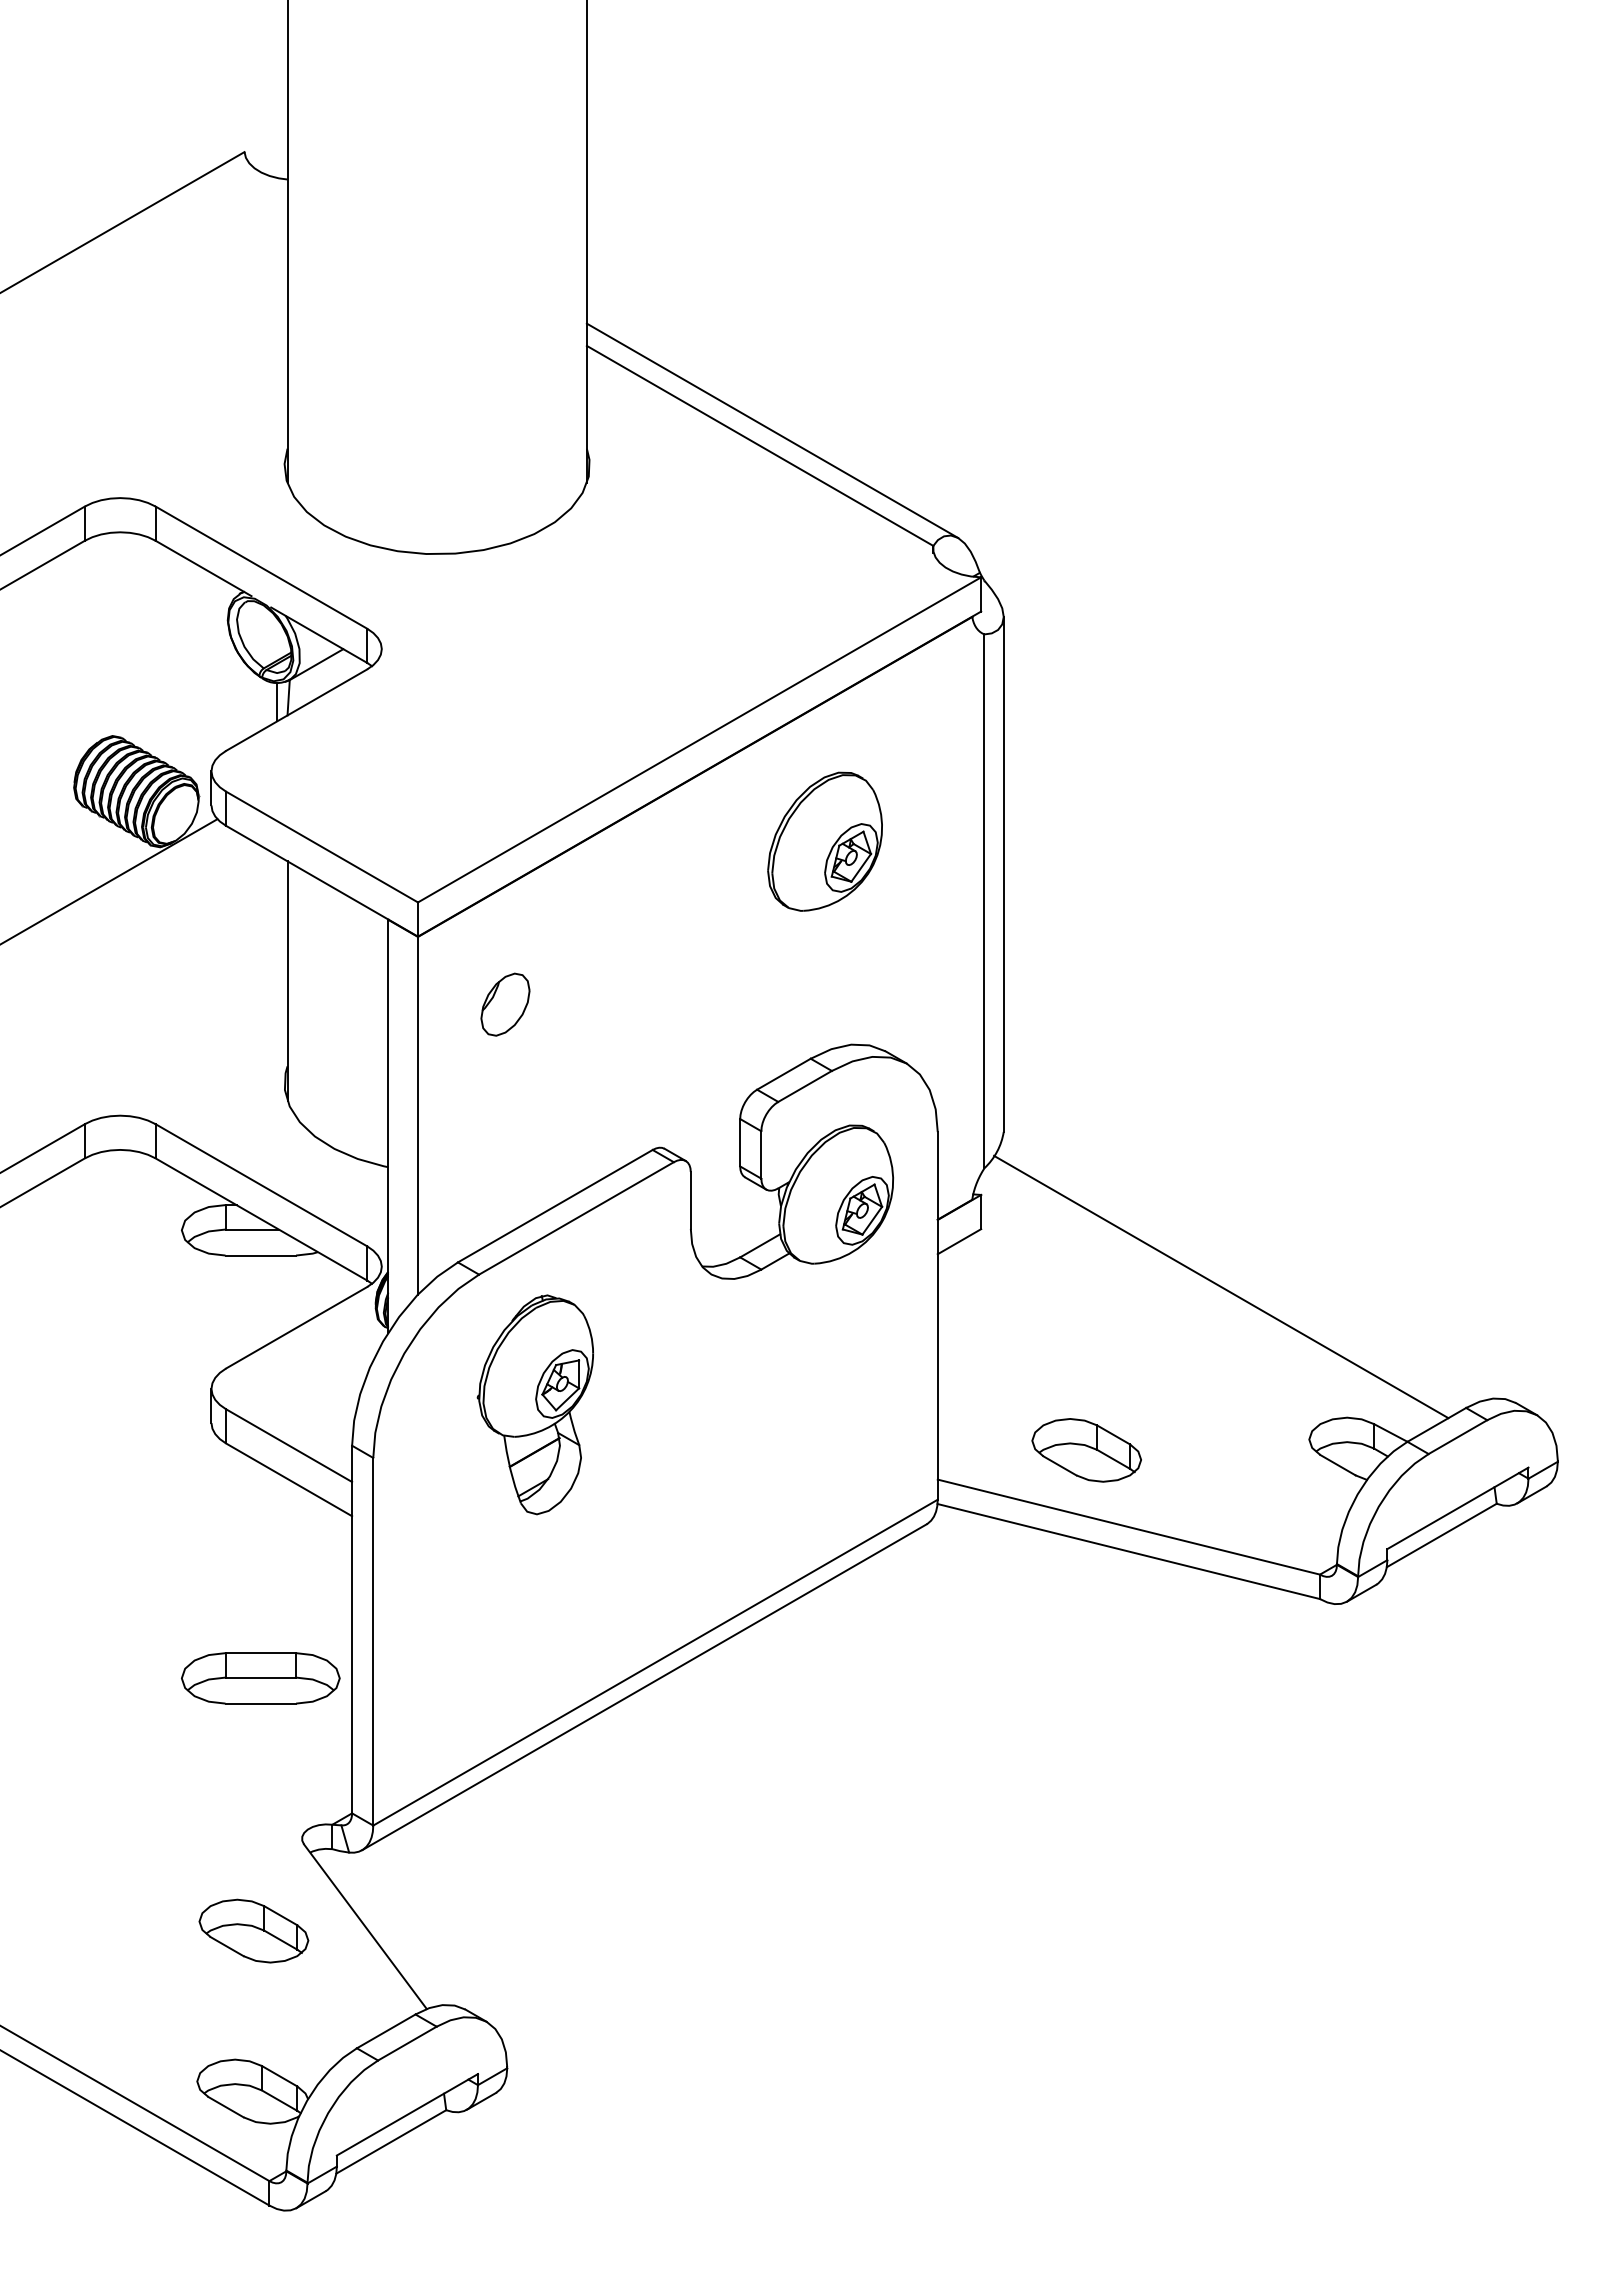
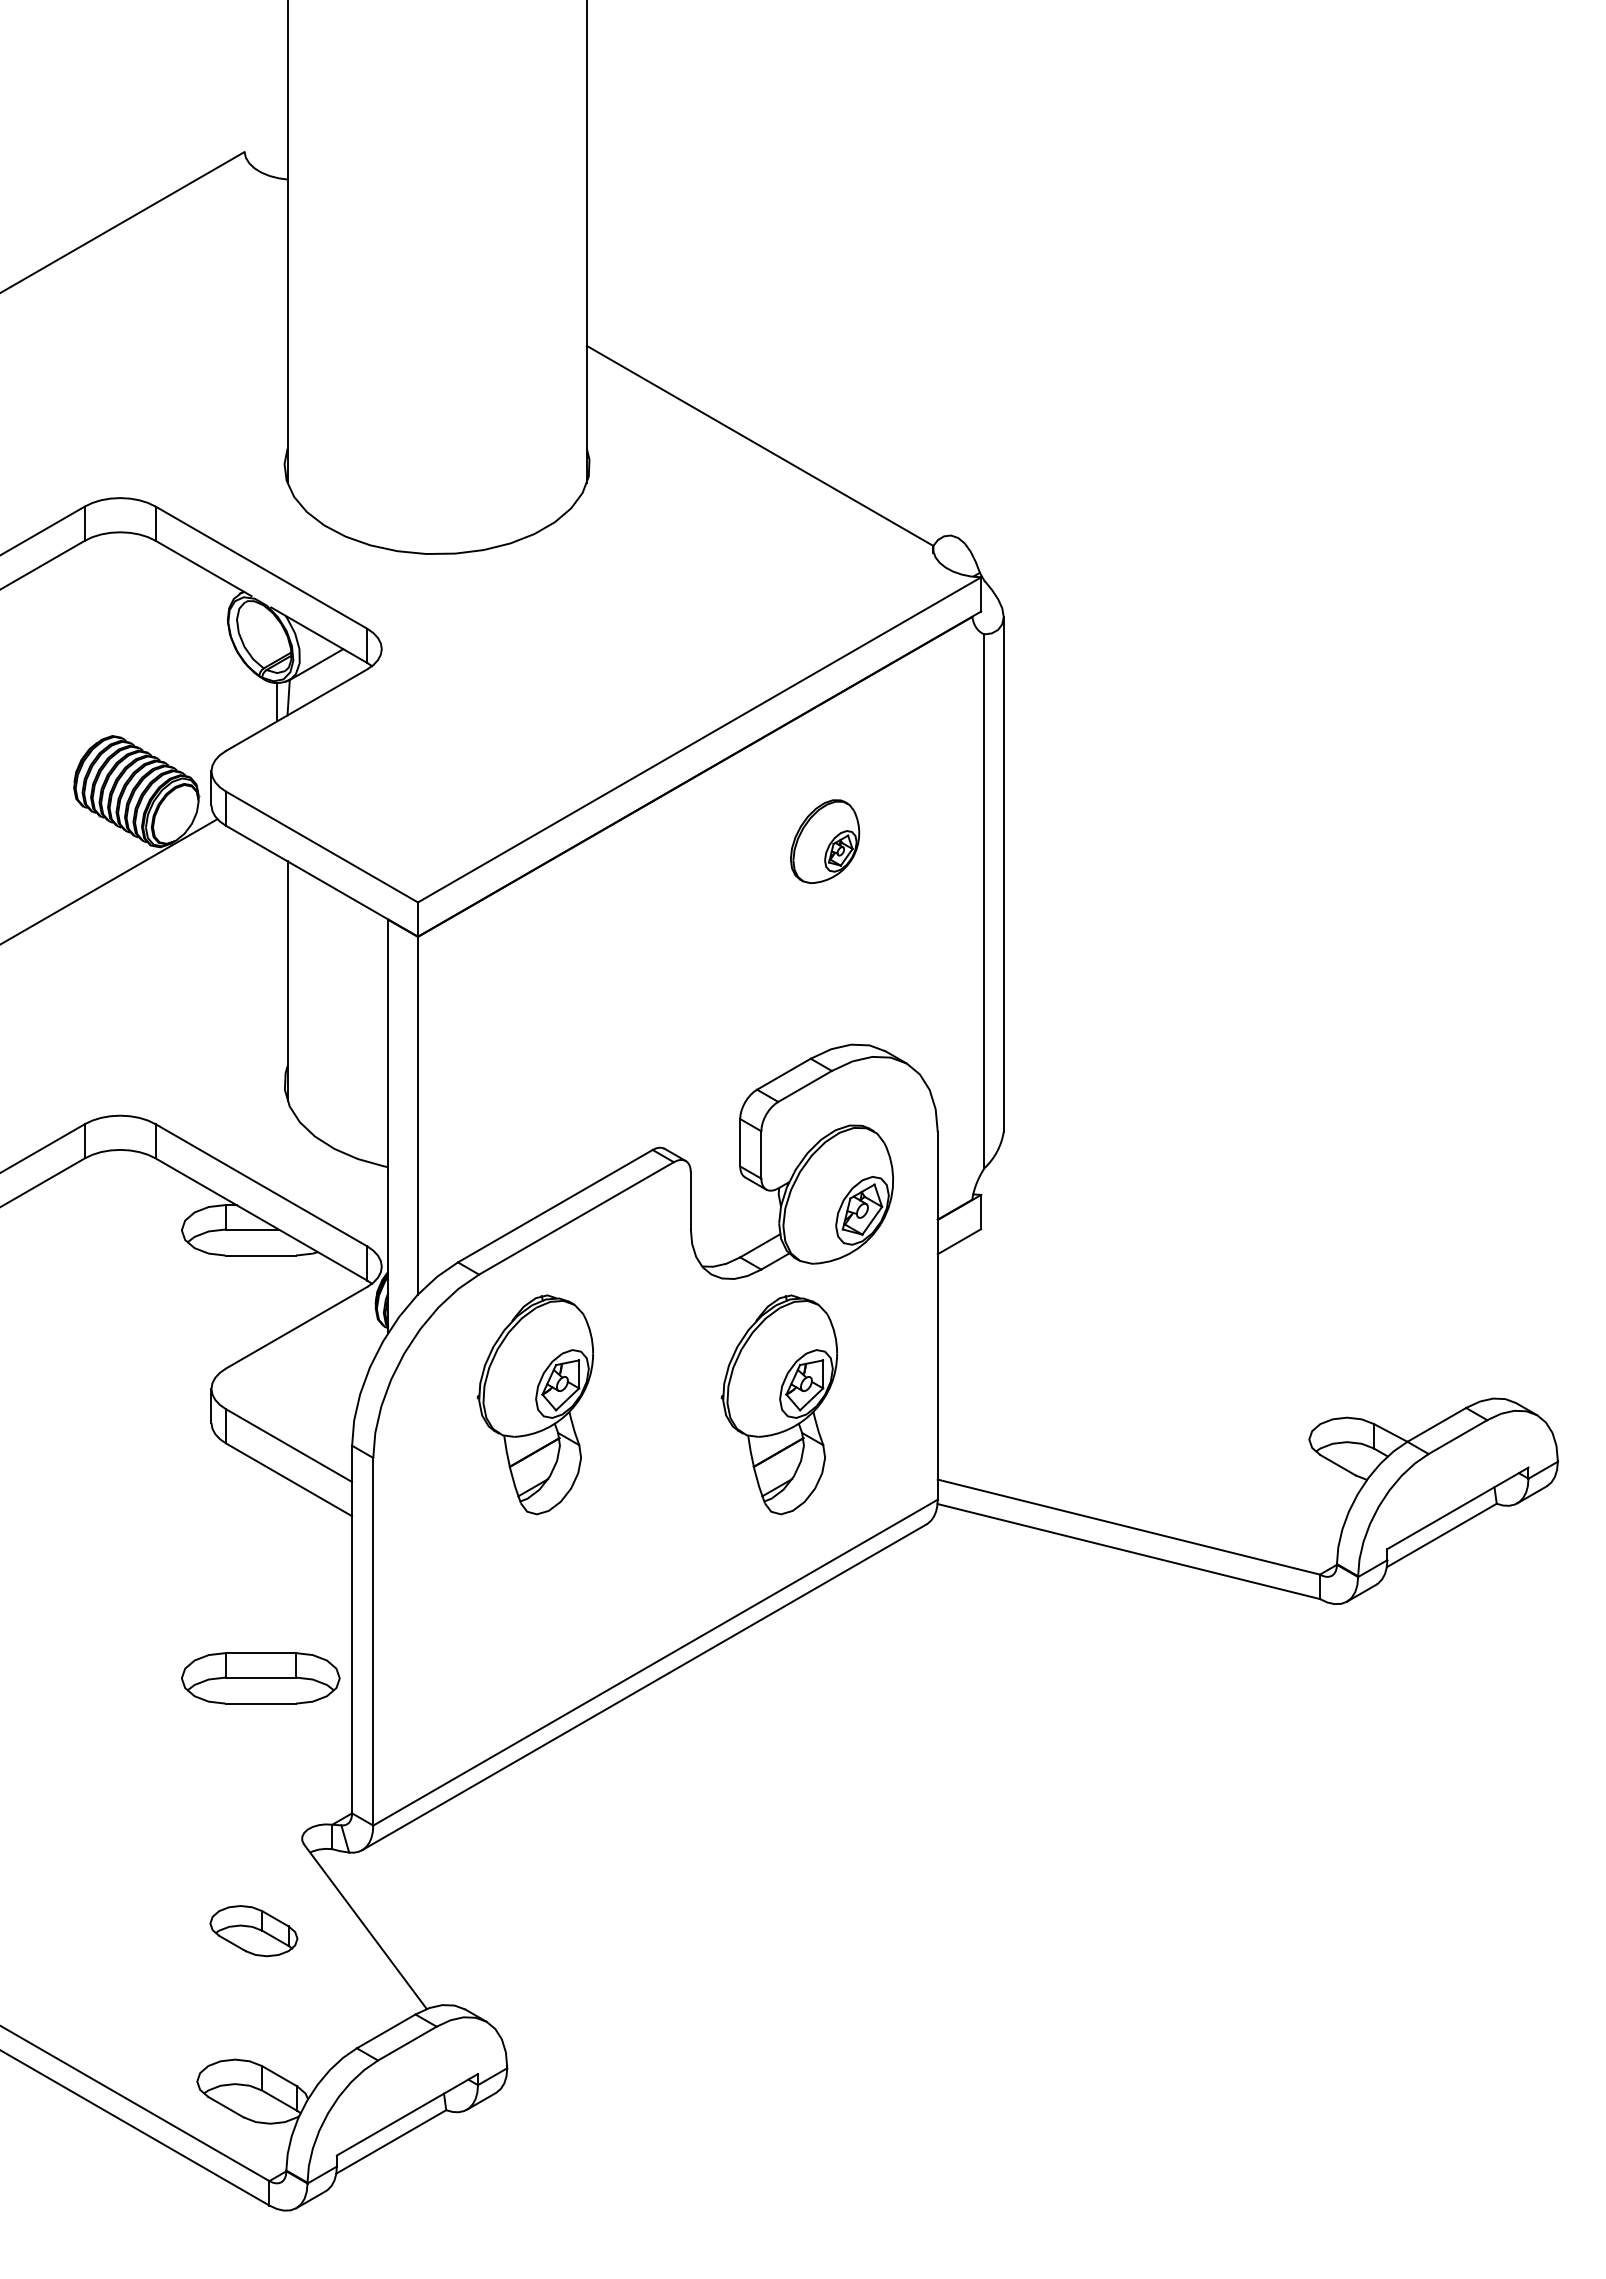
line at (772, 430): present -> none
part at (824, 841) size: 116x141 px -> 71x85 px
part at (505, 1004): present -> none
line at (1221, 1286): present -> none
part at (778, 1404): none -> present
part at (1086, 1450): present -> none
part at (253, 1930) size: 112x66 px -> 90x53 px
